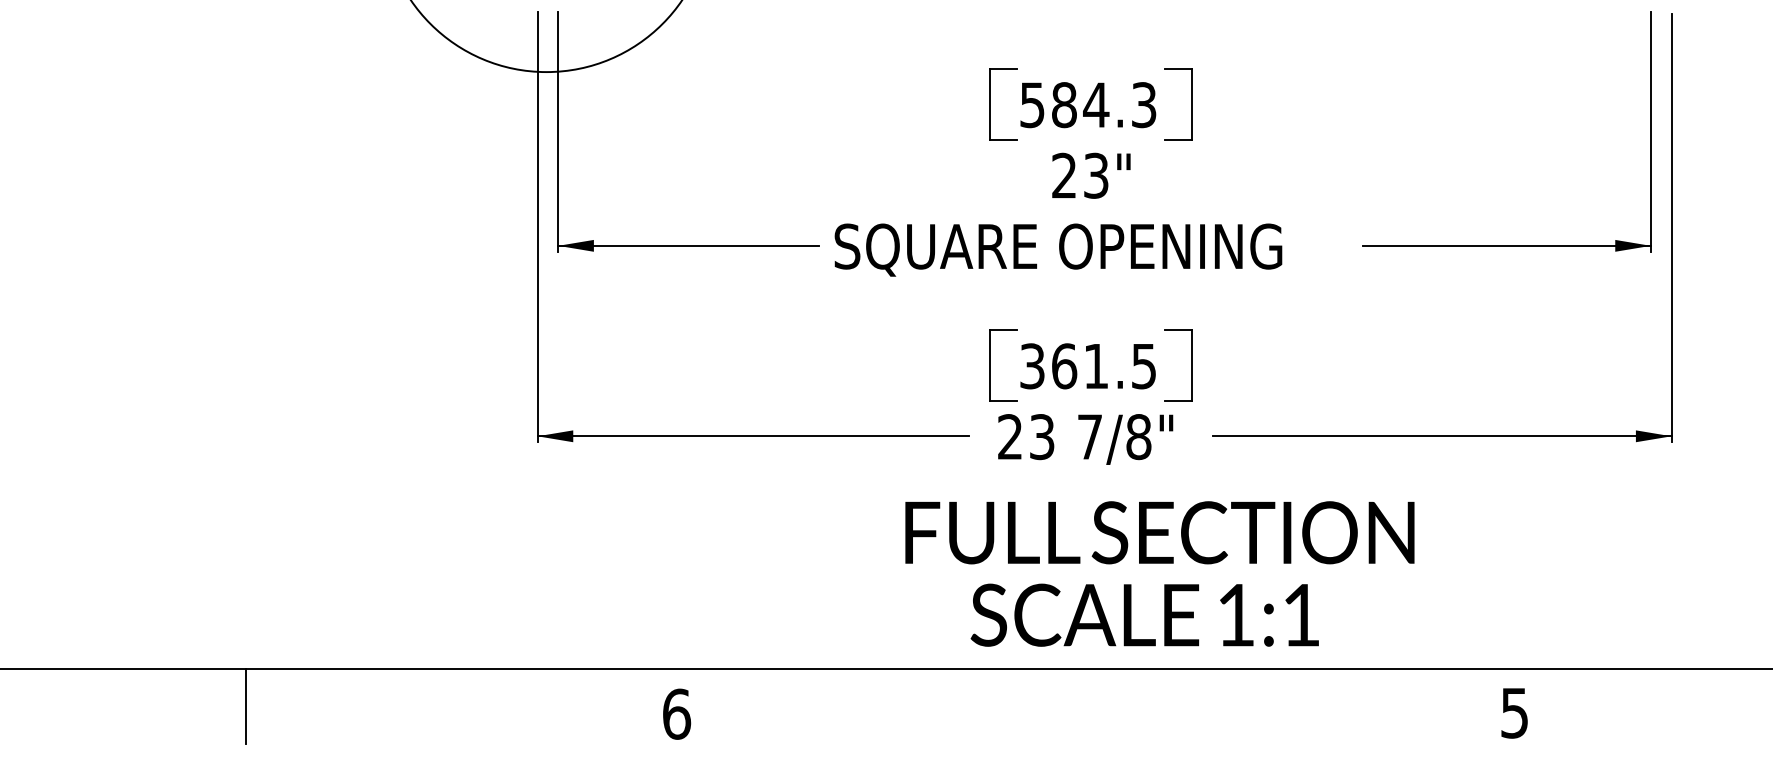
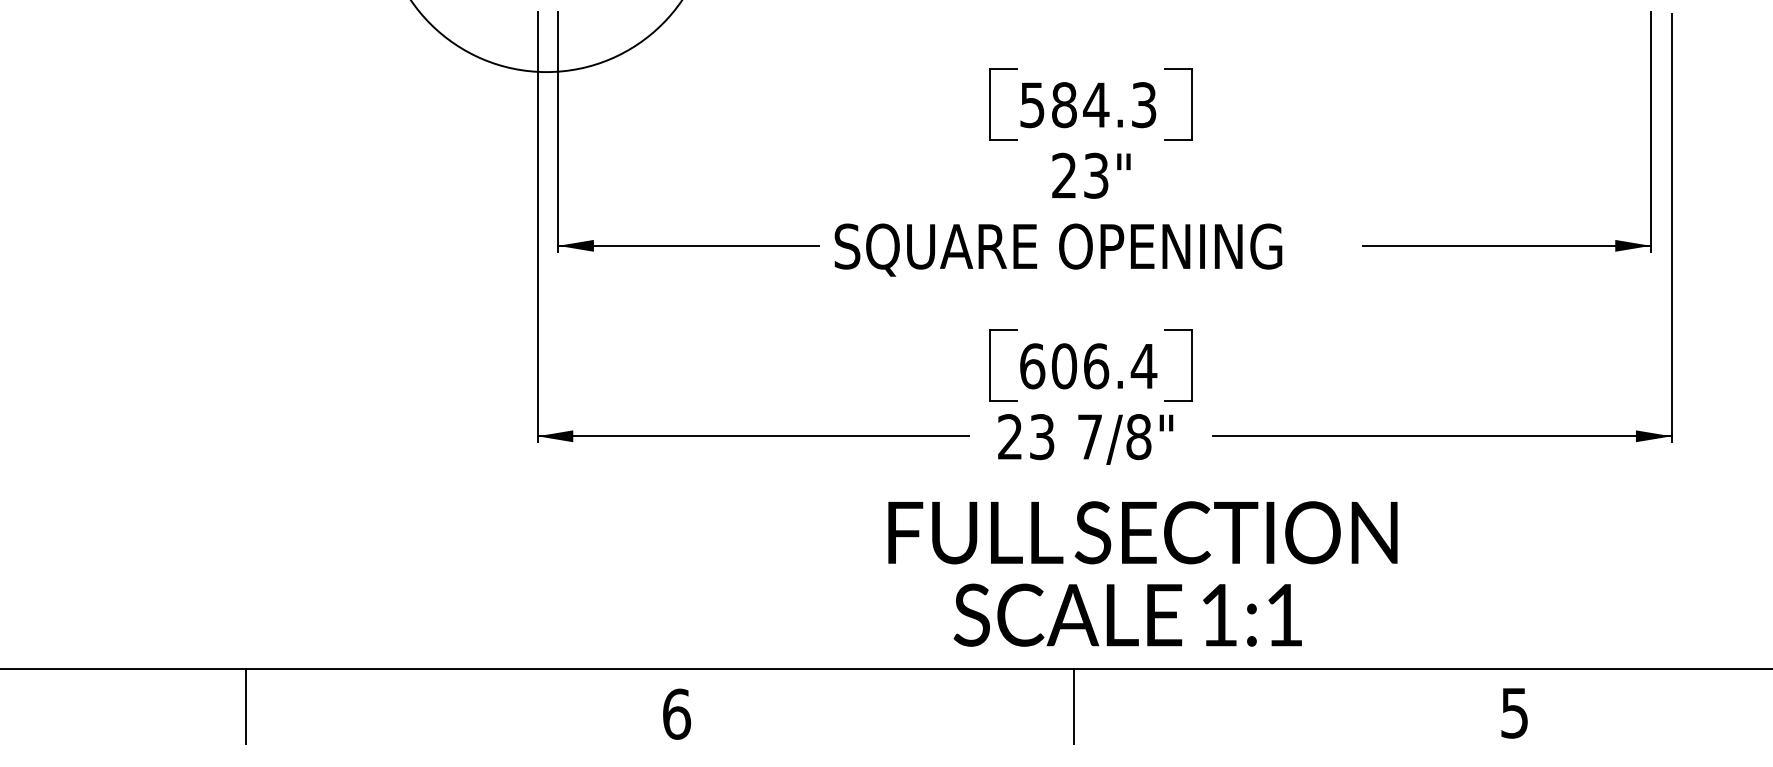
text at (1088, 366): 361.5 -> 606.4
text at (1159, 573) position: (1159, 573) -> (1142, 573)
line at (1073, 706): none -> present
